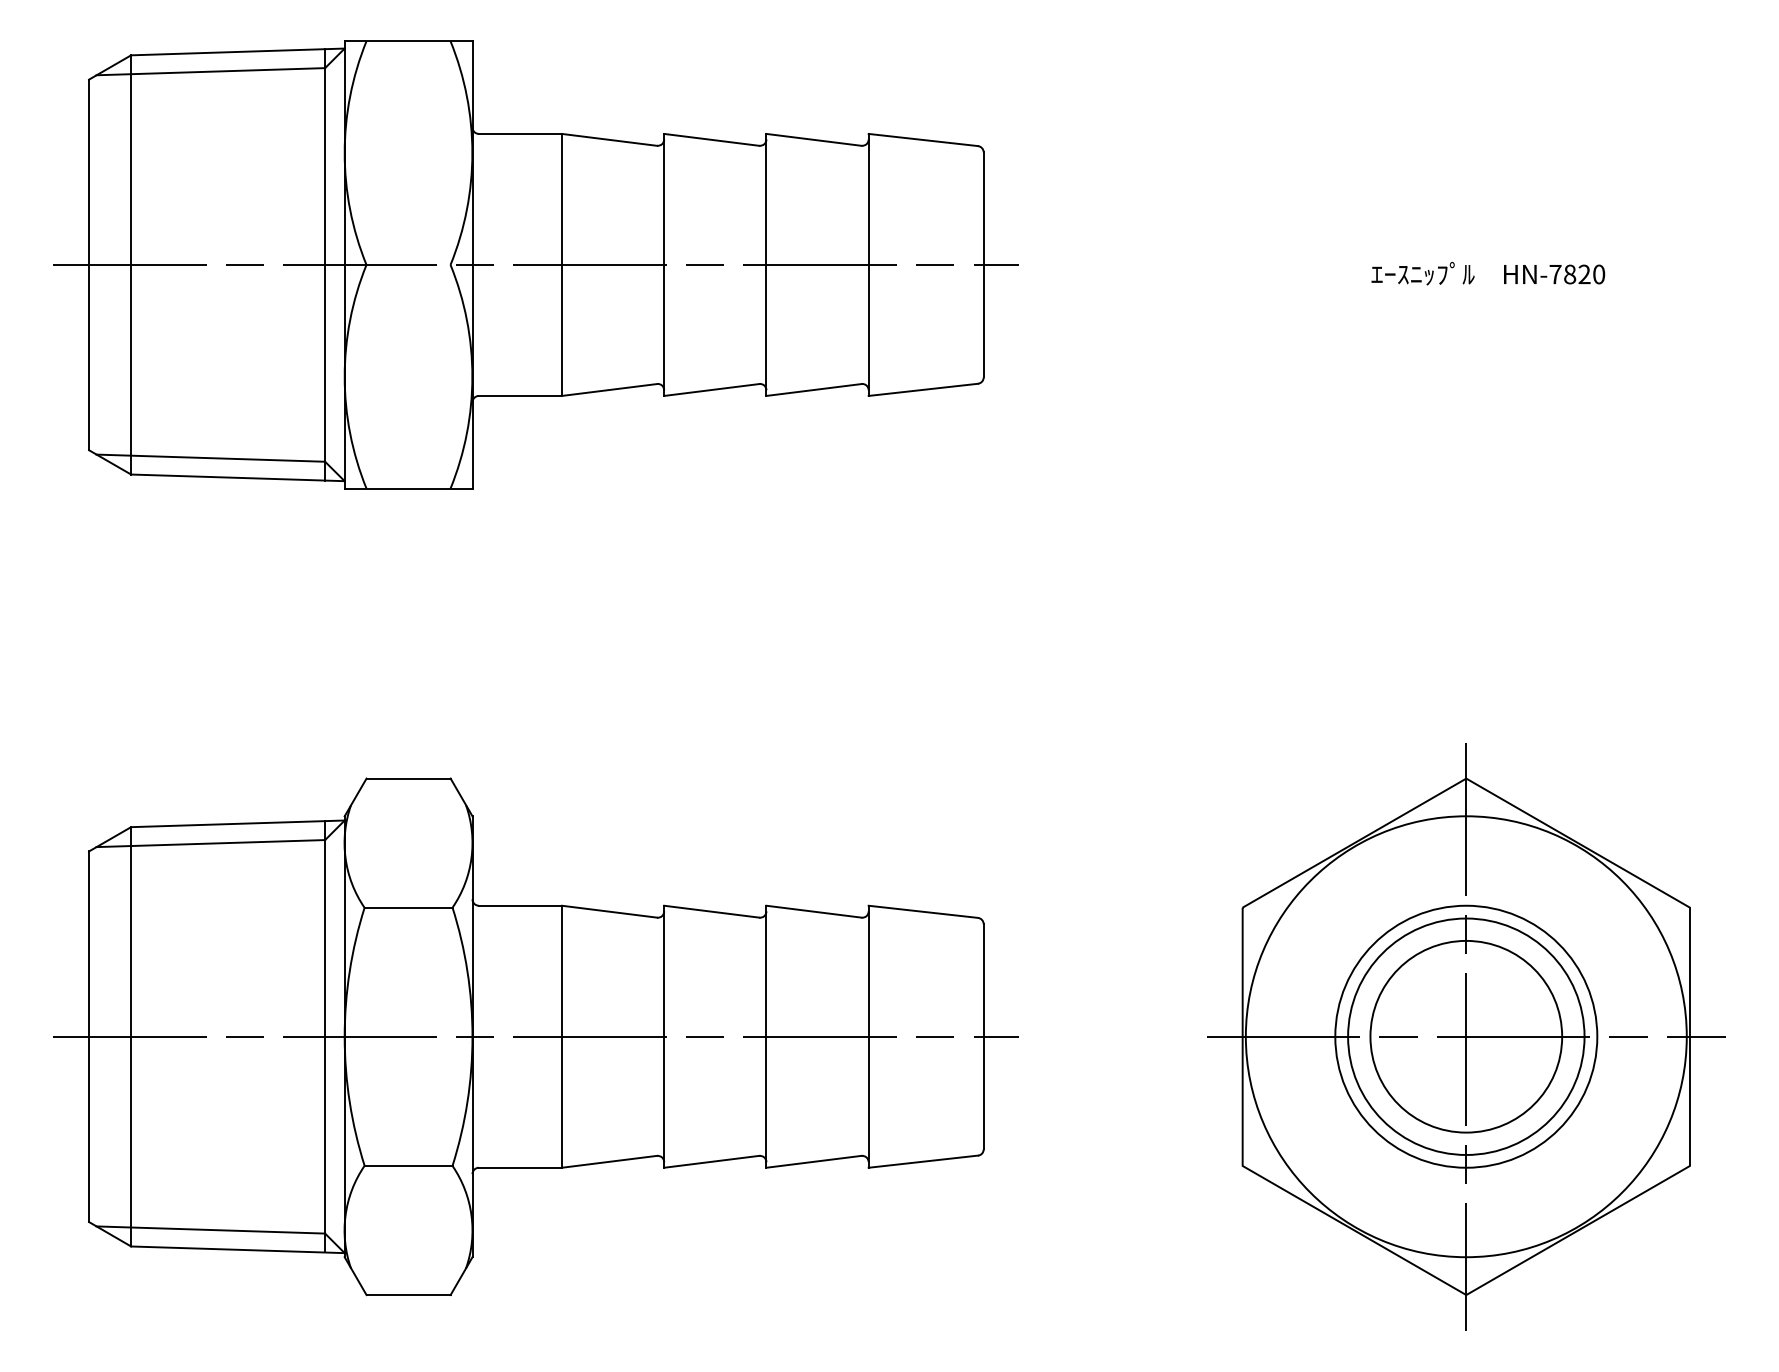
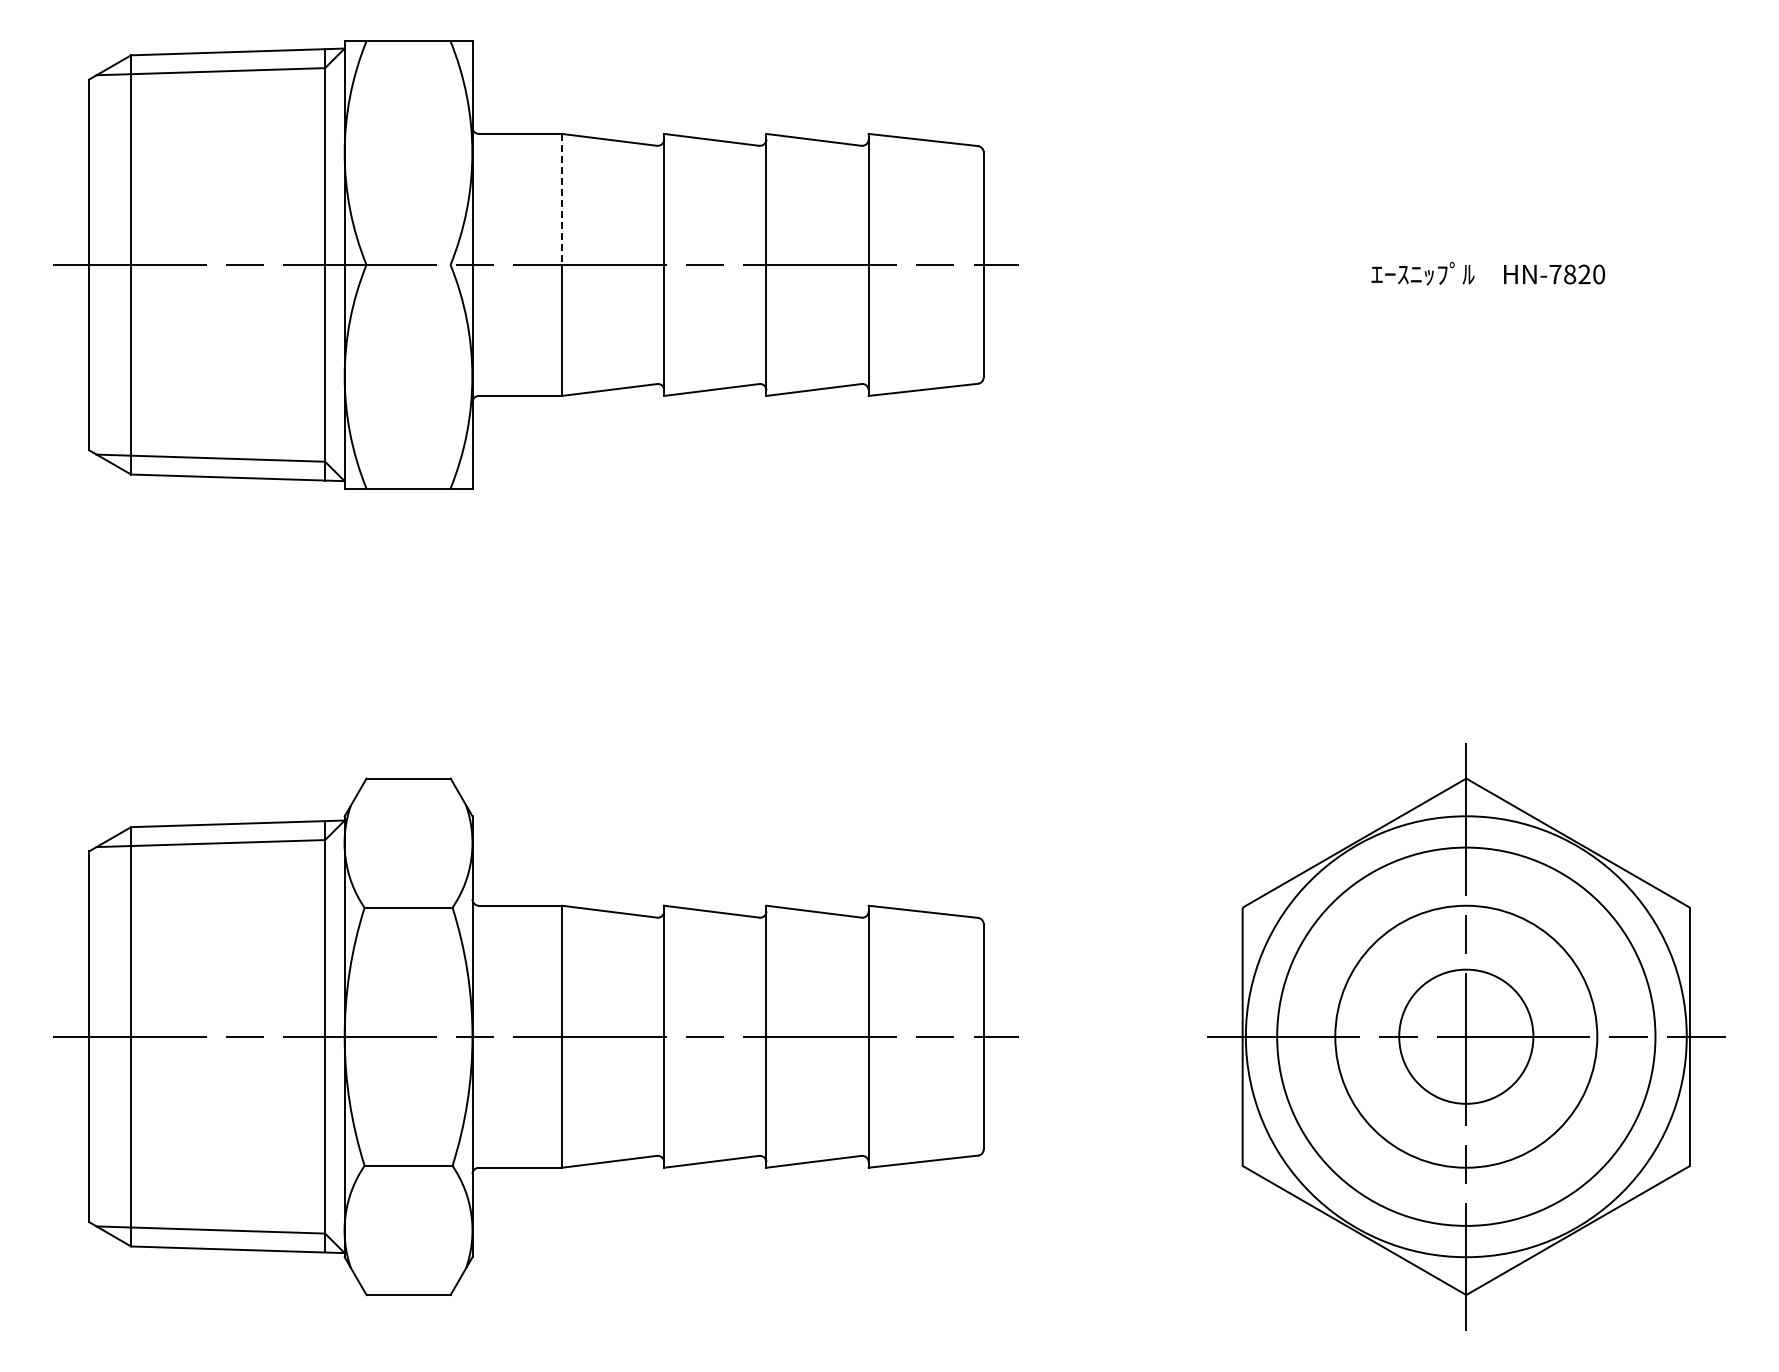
line at (561, 199): solid -> dashed
circle at (1466, 1036) diameter: 192 px -> 134 px
circle at (1466, 1036) diameter: 236 px -> 378 px
